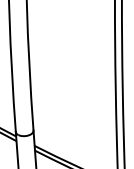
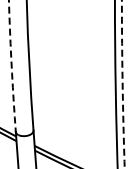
arc at (11, 66): solid -> dashed
arc at (122, 84): solid -> dashed
